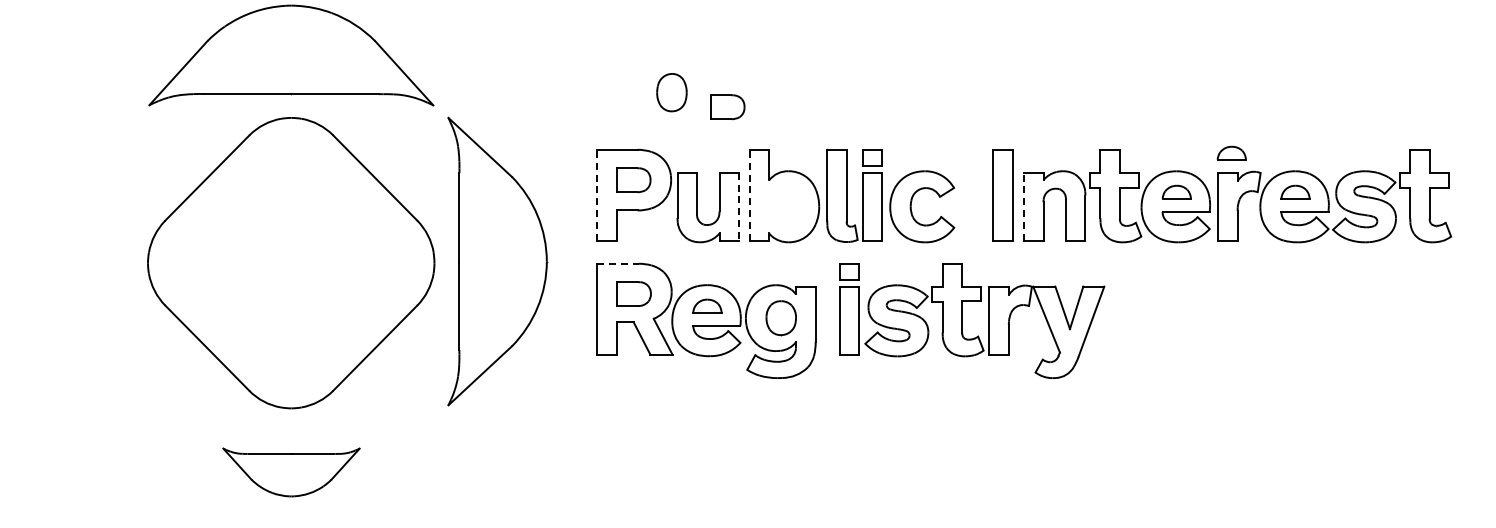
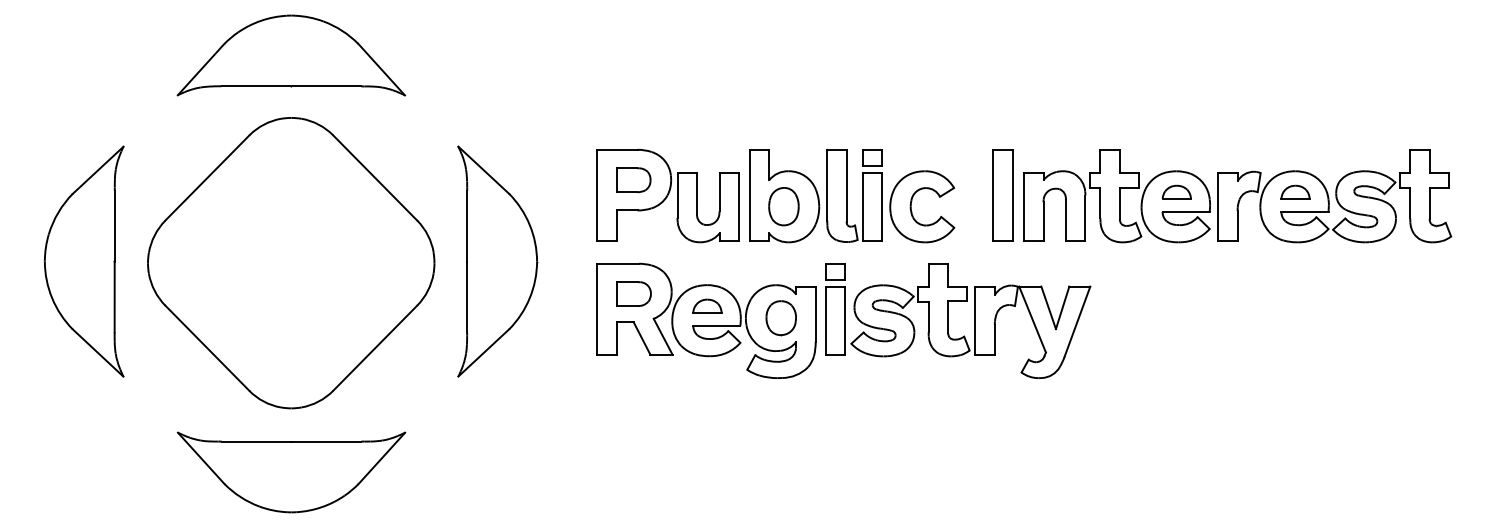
part at (291, 55) size: 287x103 px -> 231x83 px
part at (671, 92) position: (671, 92) -> (783, 206)
part at (727, 107): present -> none
part at (1231, 152): present -> none
line at (597, 194): dashed -> solid
line at (749, 194): dashed -> solid
line at (739, 206): dashed -> solid
line at (1023, 206): dashed -> solid
part at (84, 261): none -> present
part at (497, 261) size: 102x291 px -> 82x233 px
line at (617, 263): dashed -> solid
part at (962, 320) position: (962, 320) -> (948, 320)
part at (291, 472) size: 139x51 px -> 231x83 px
